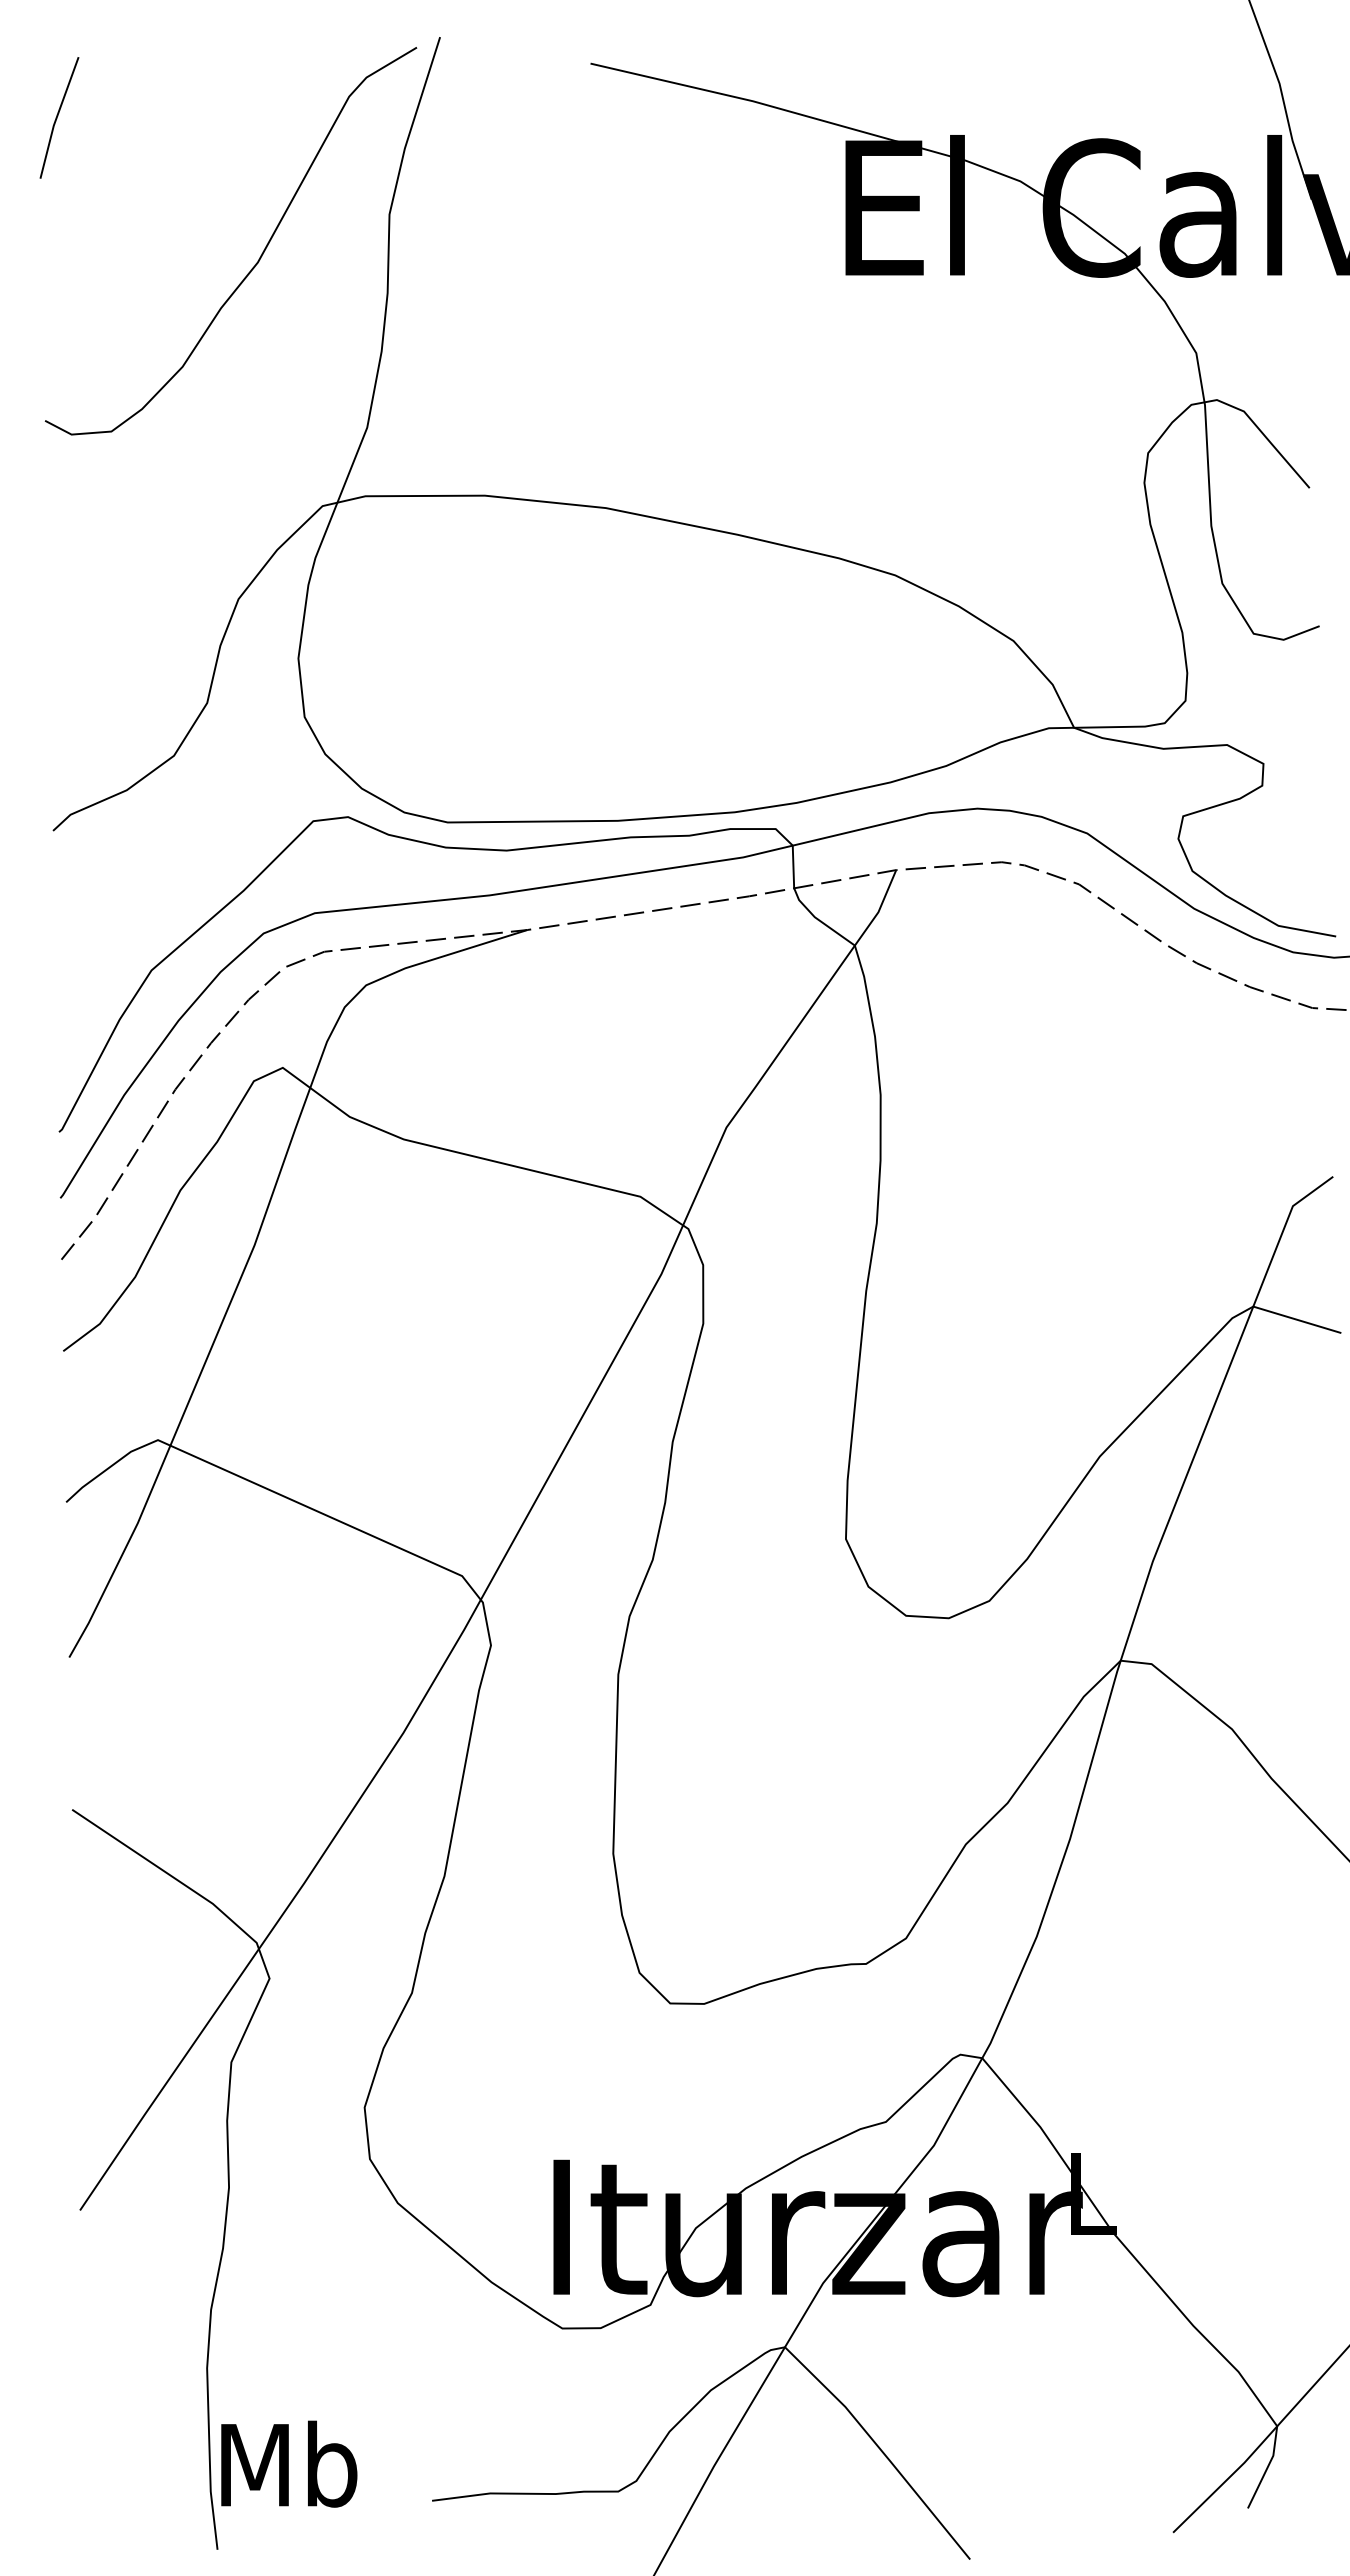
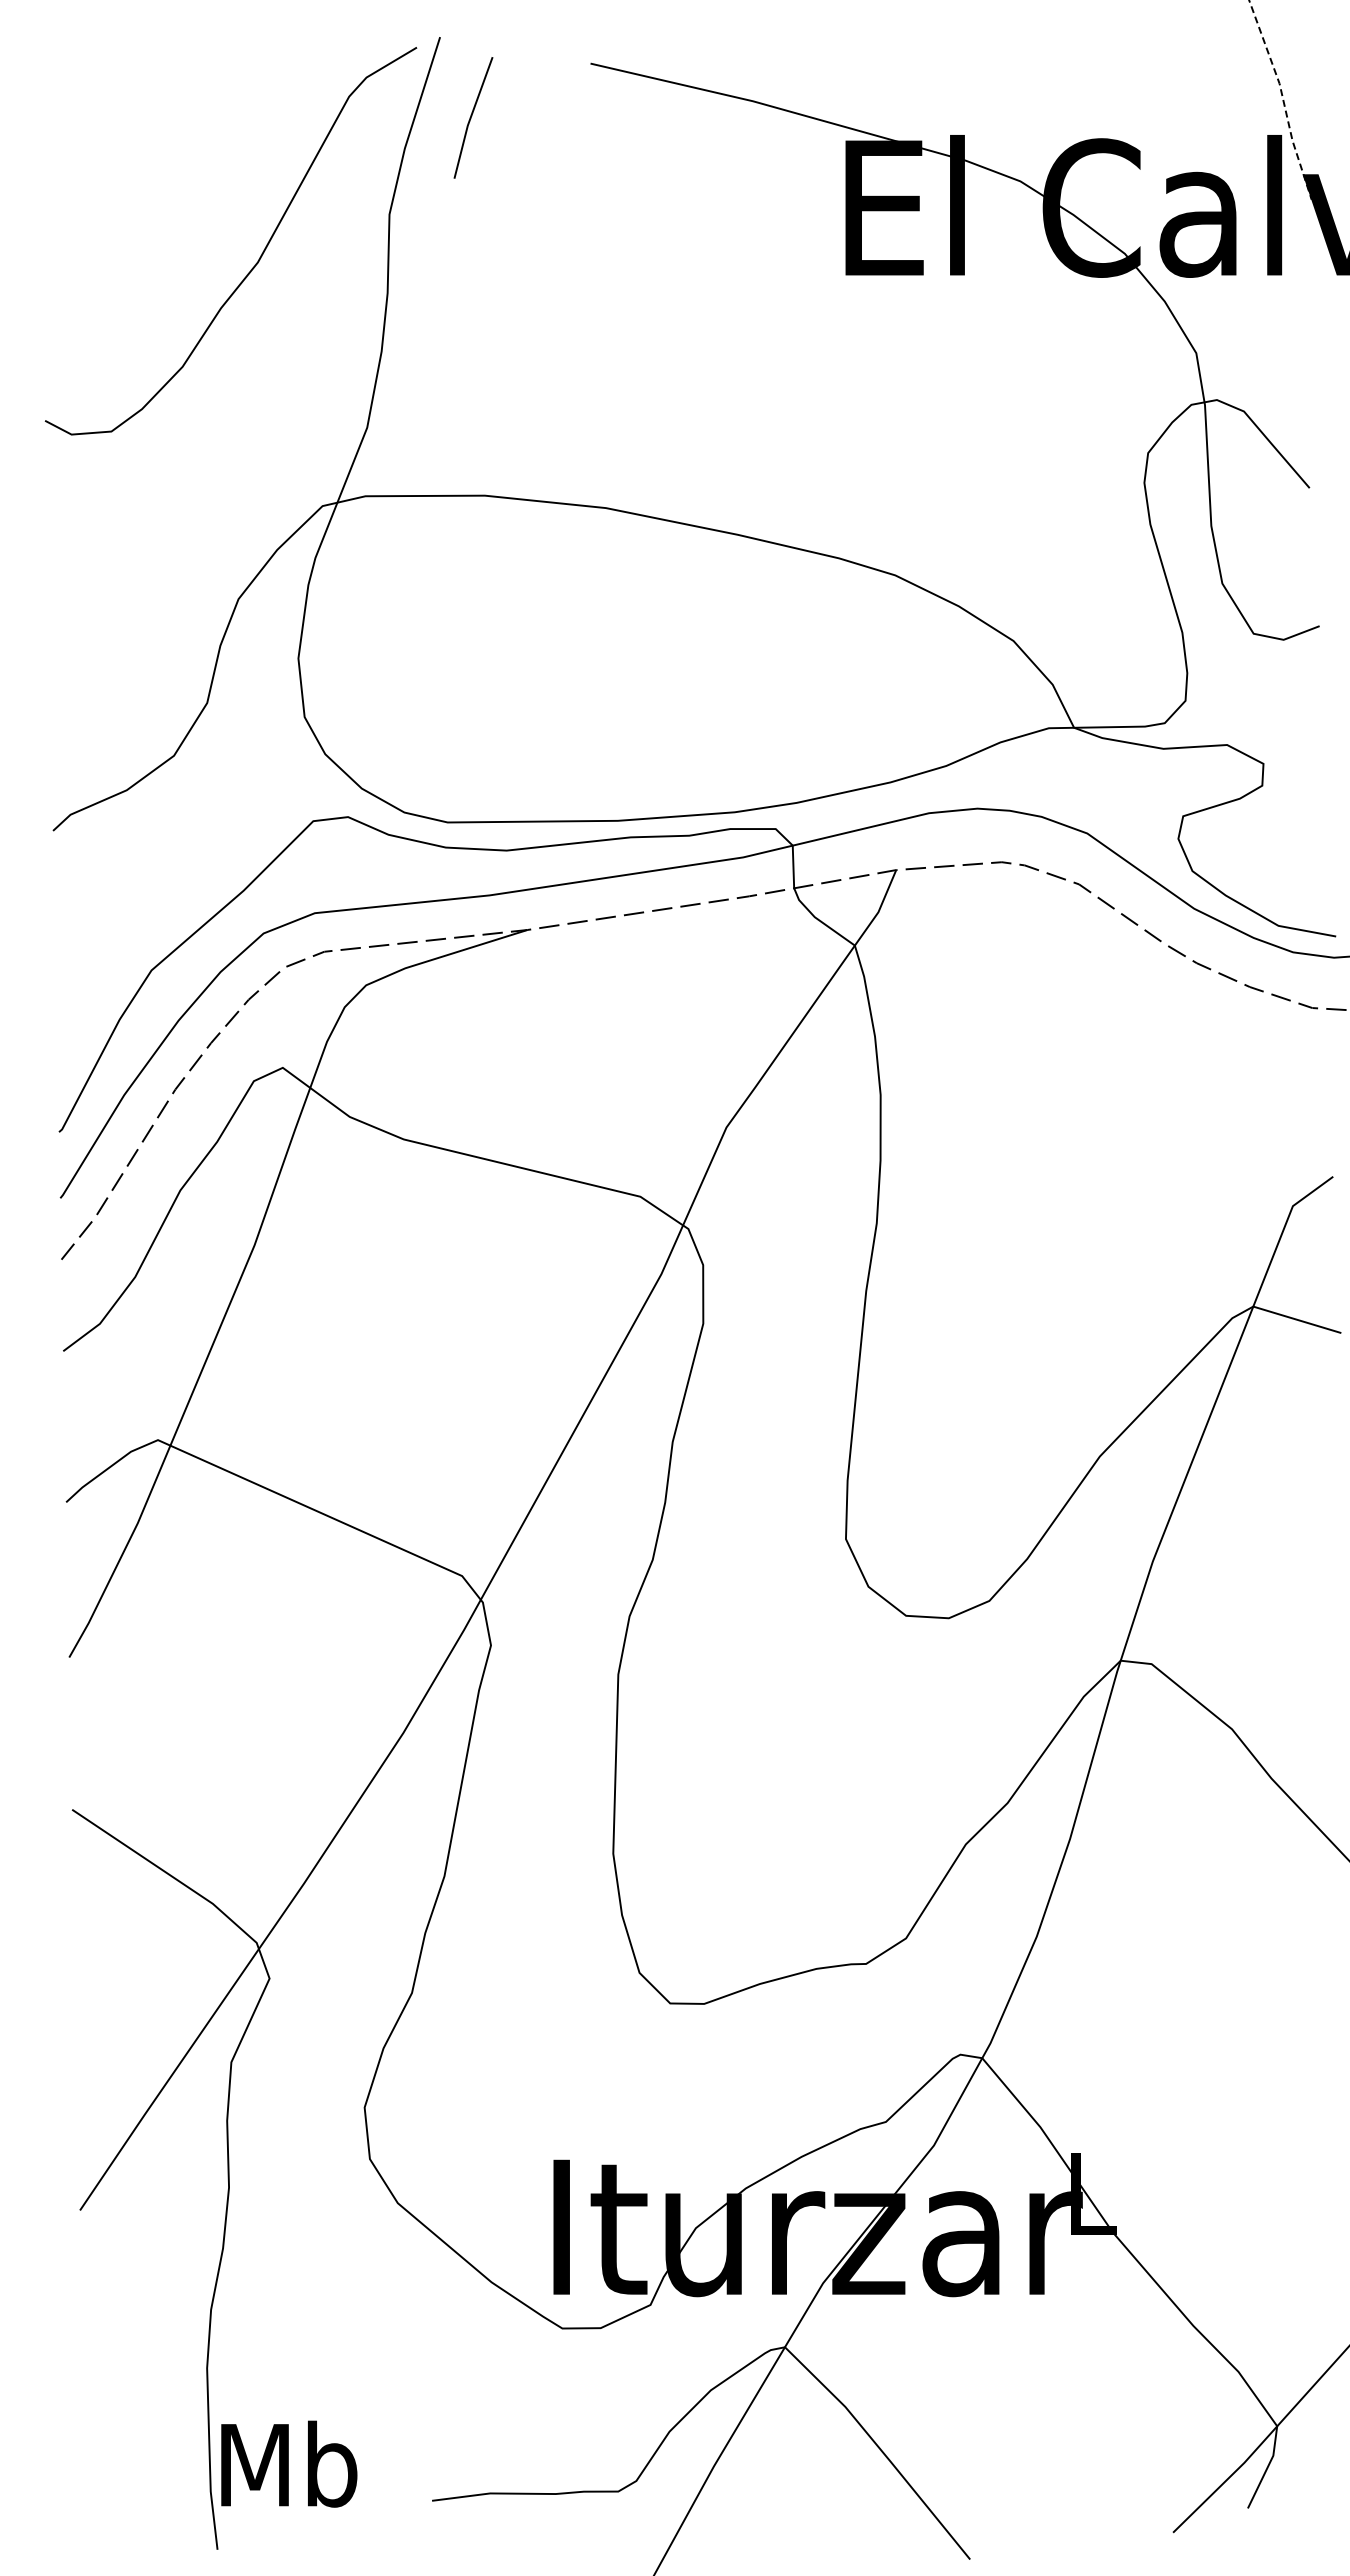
line at (1283, 99): solid -> dashed
line at (58, 116) position: (58, 116) -> (472, 116)
